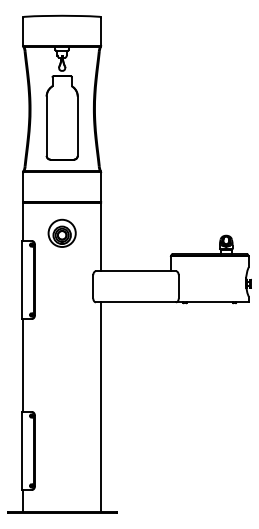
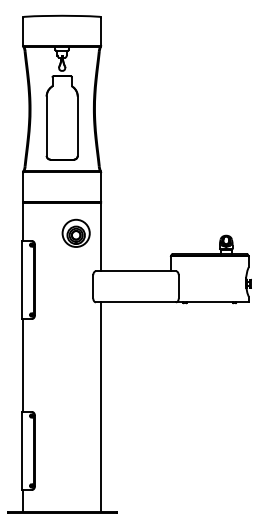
part at (61, 232) position: (61, 232) -> (75, 232)
